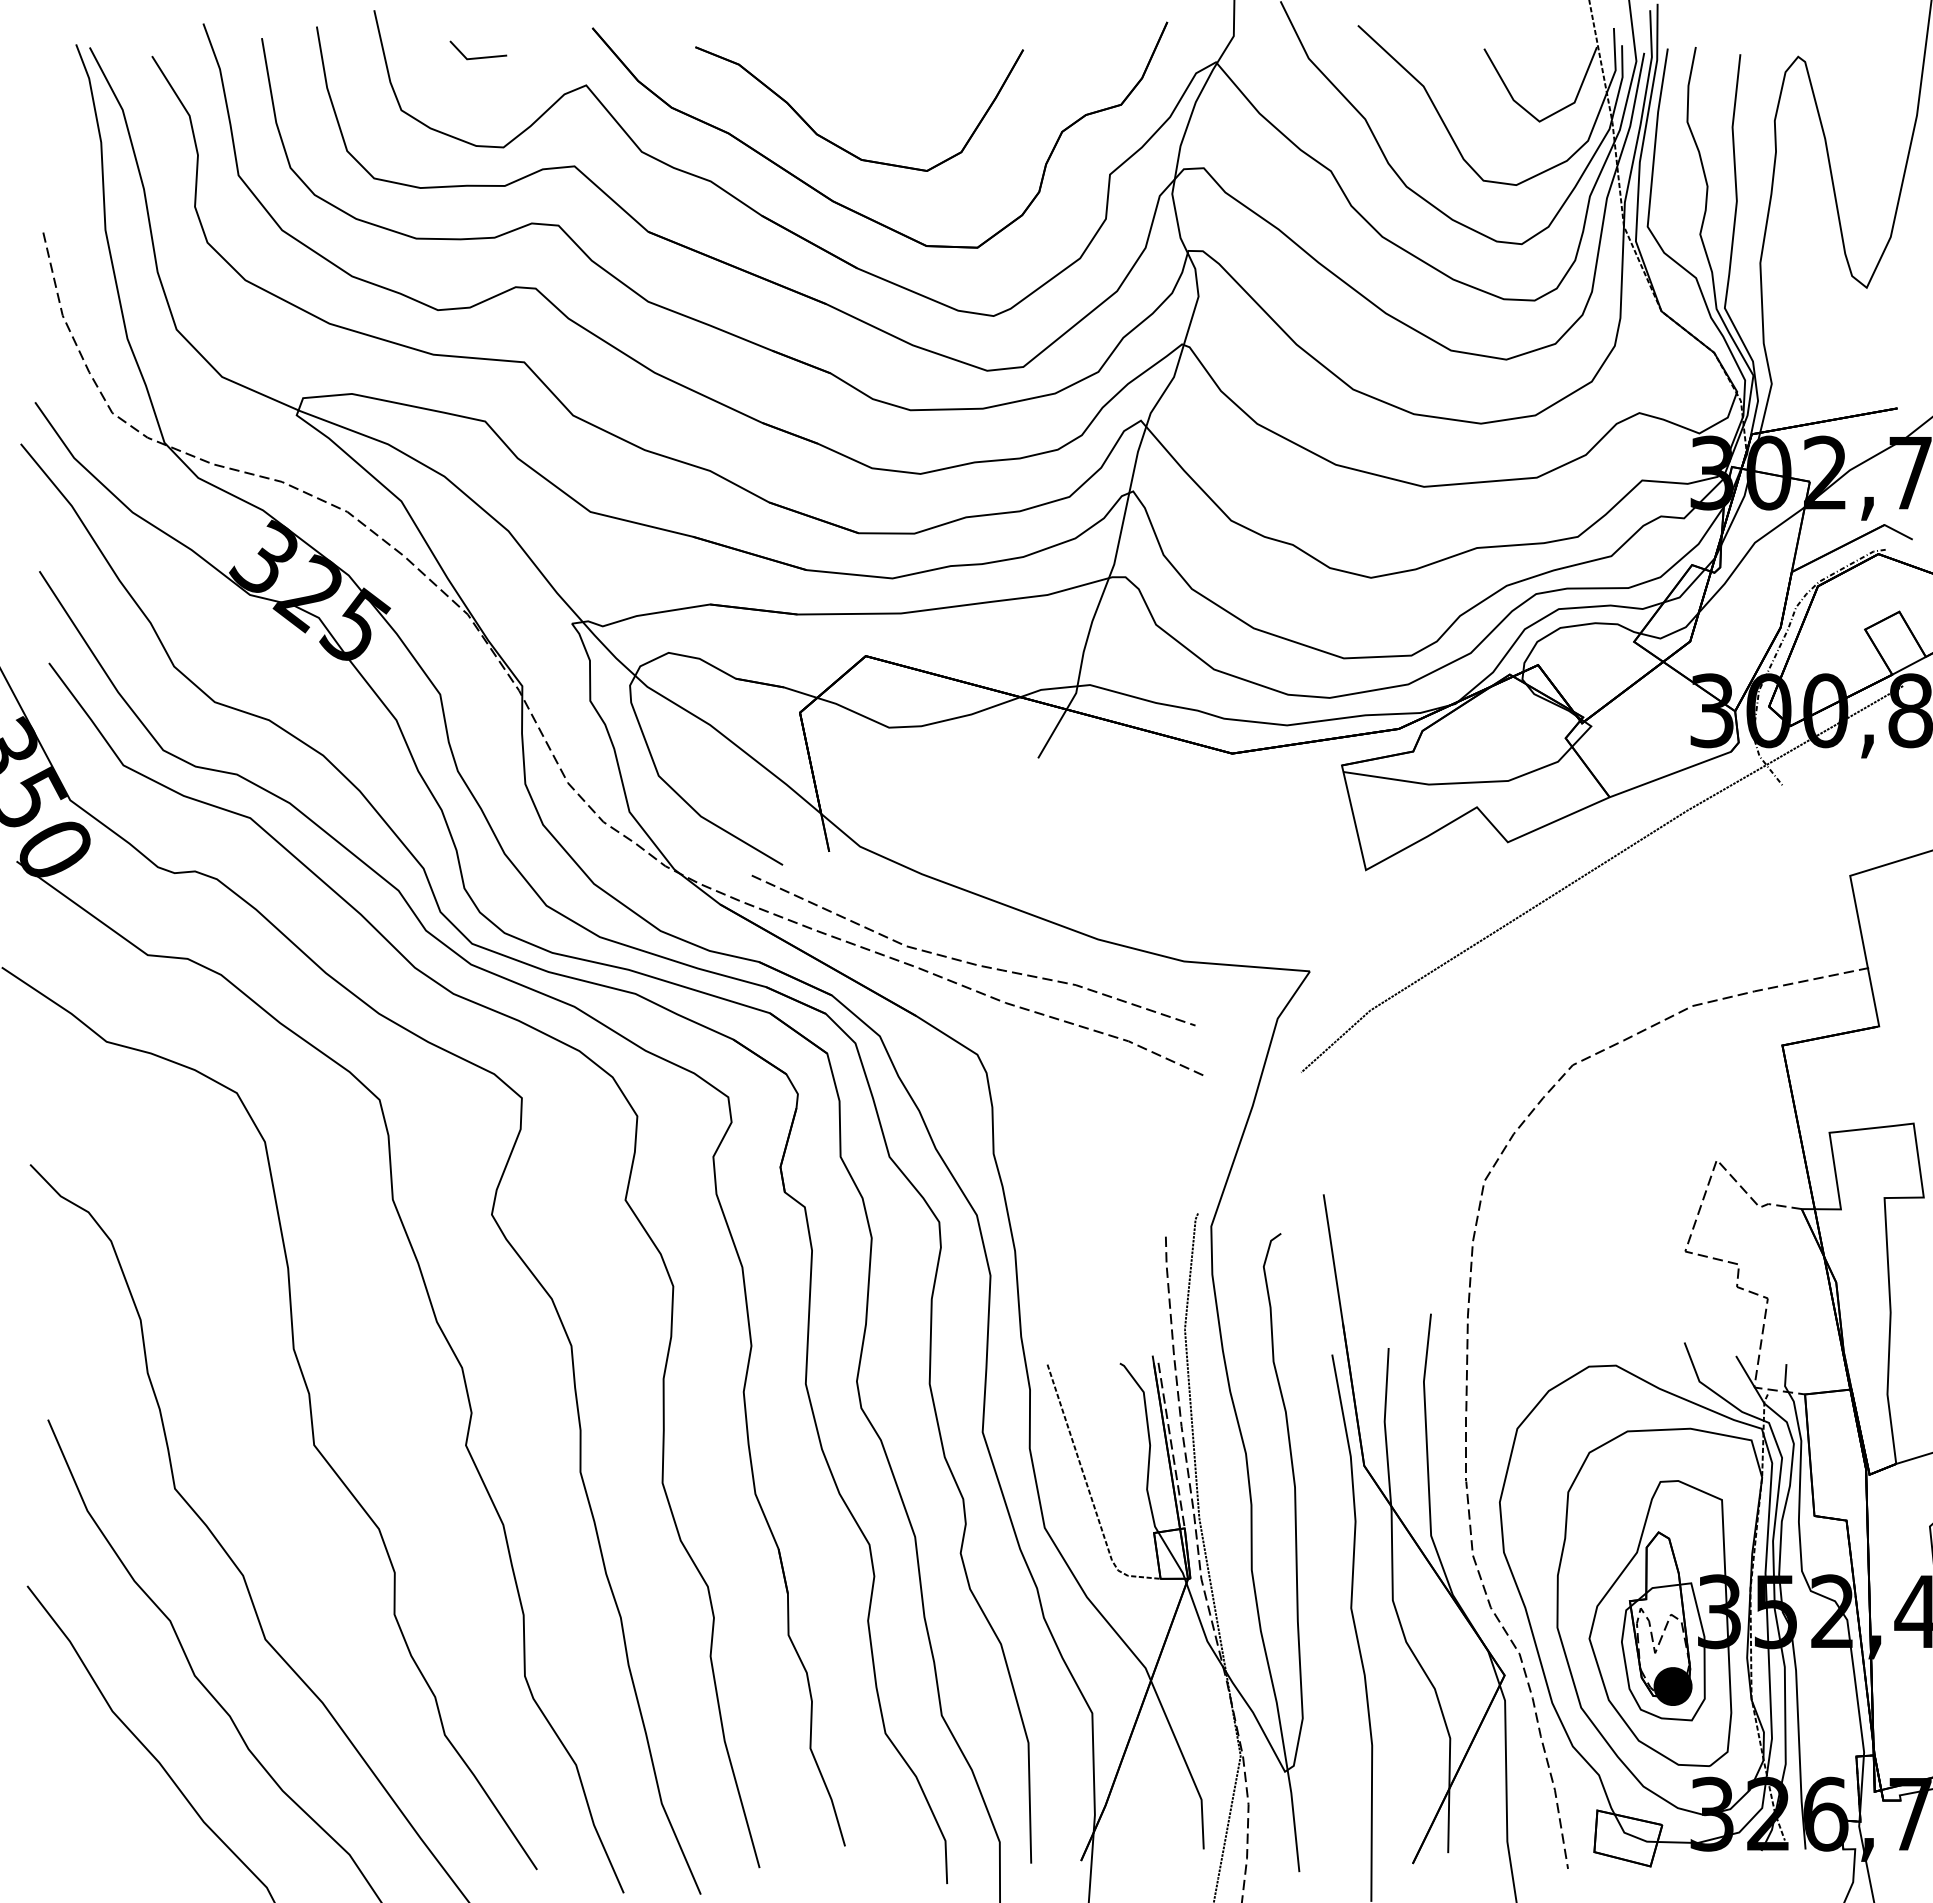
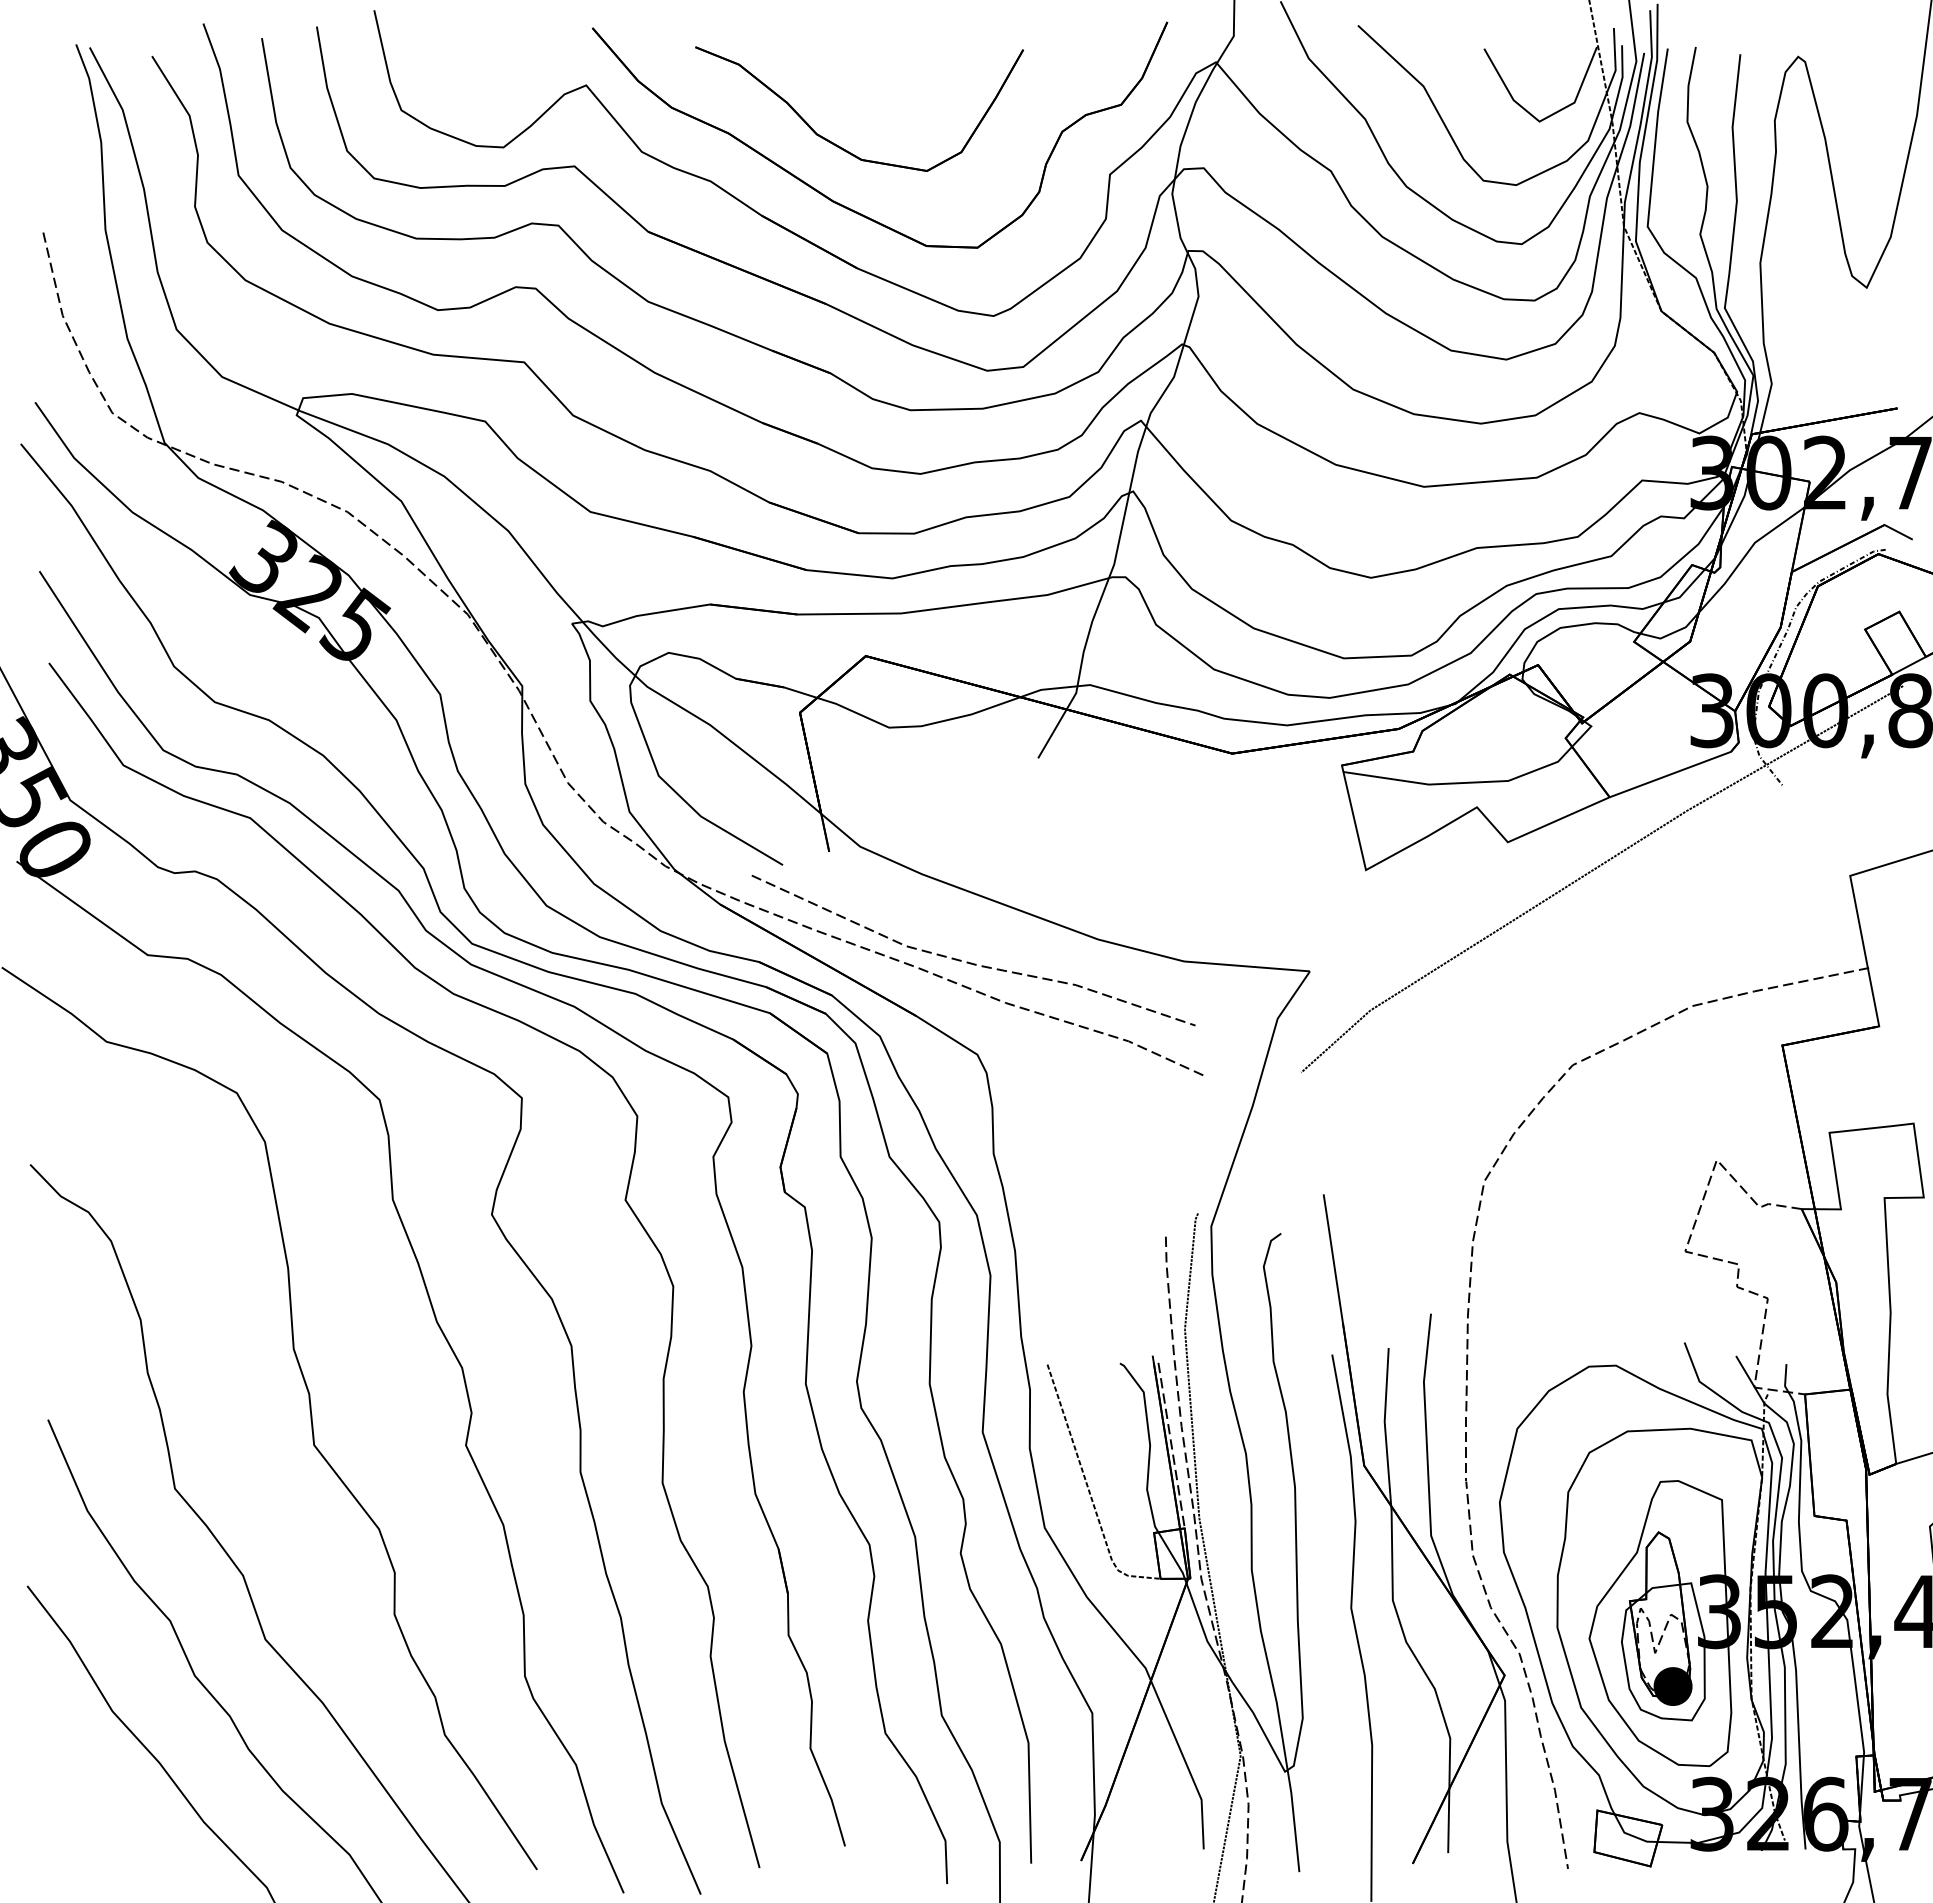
line at (478, 57): present -> none
